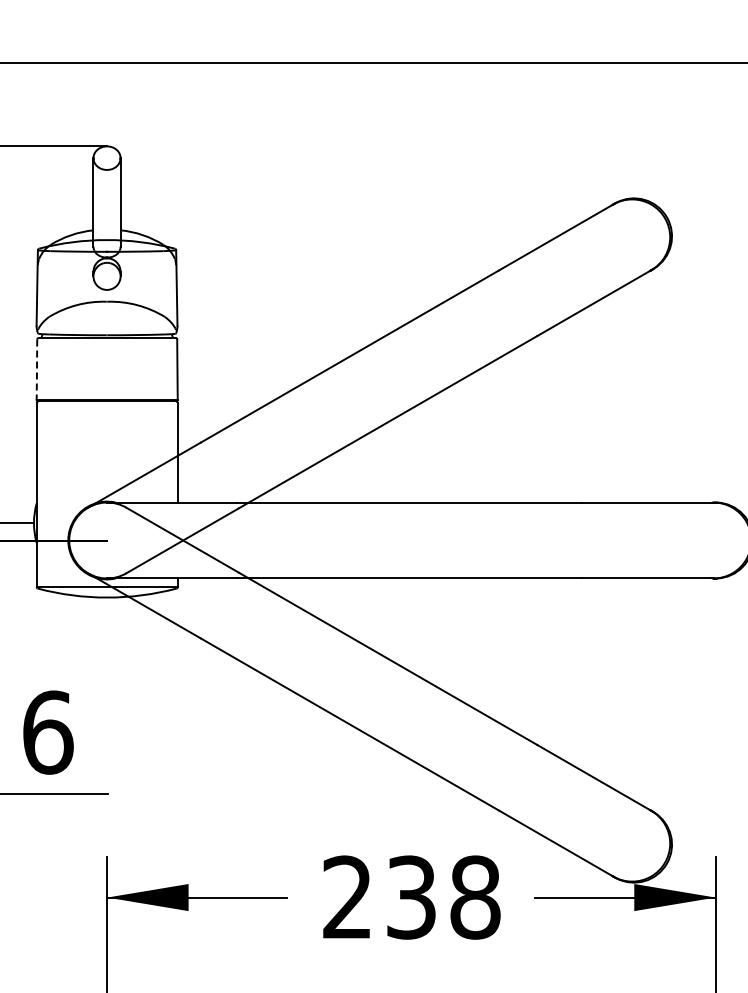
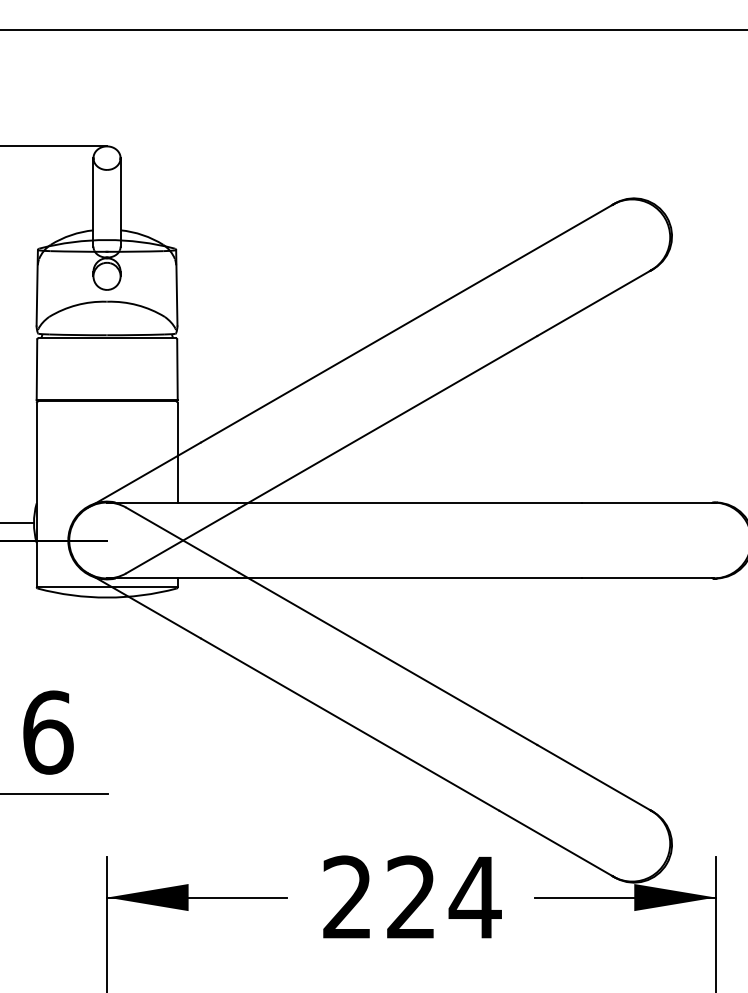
line at (373, 62) position: (373, 62) -> (373, 29)
line at (36, 370): dashed -> solid
text at (444, 897): 238 -> 224
